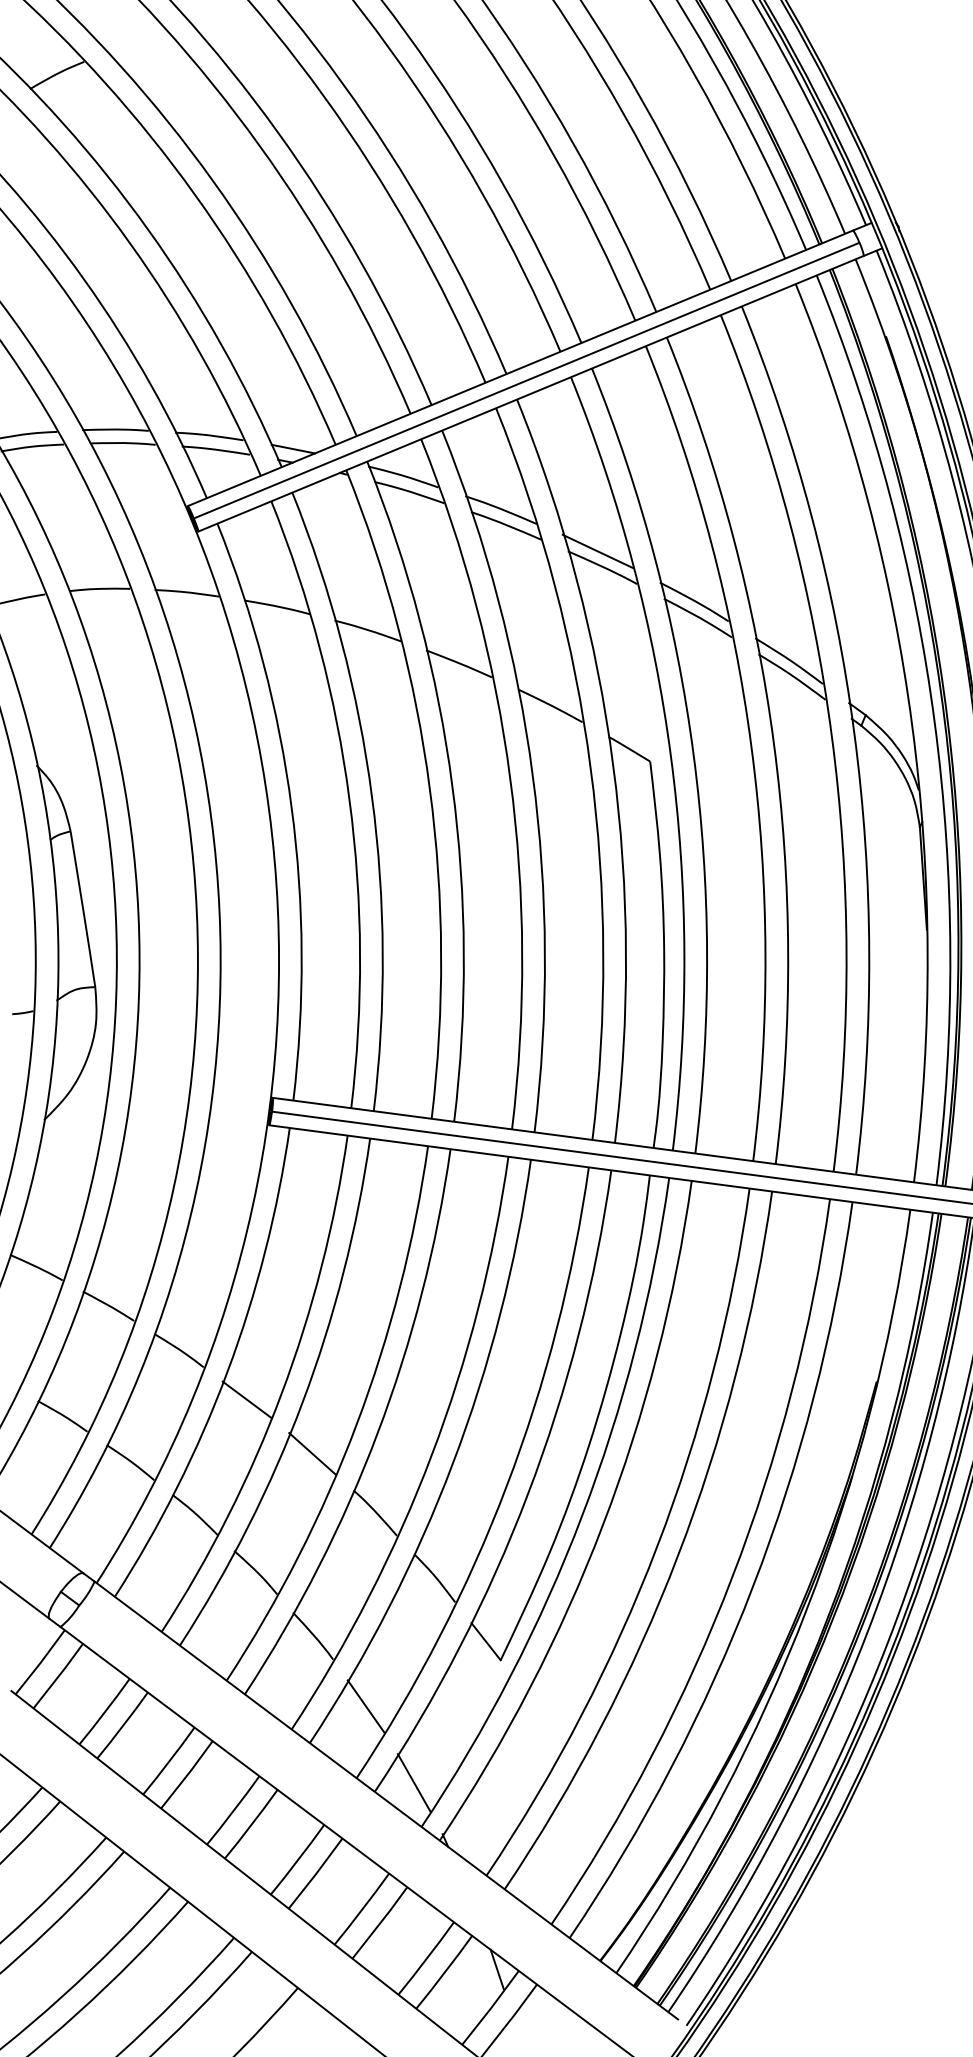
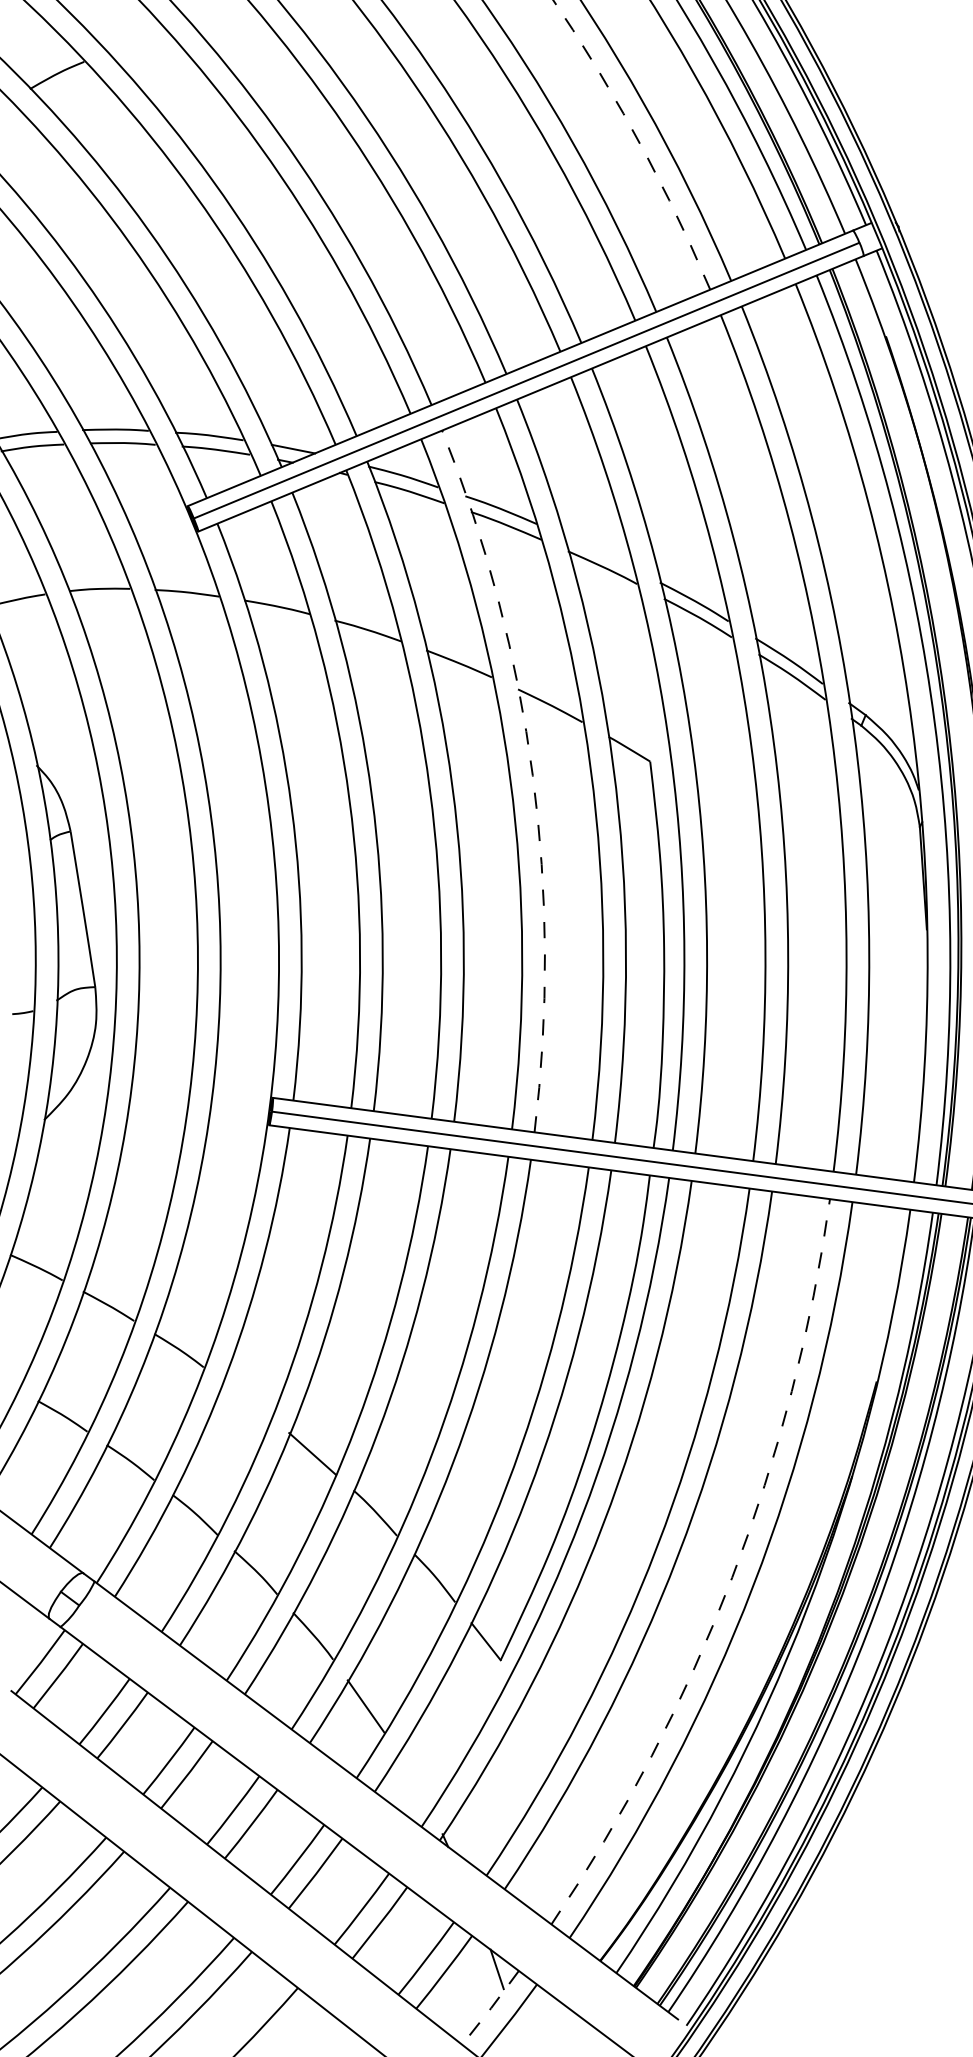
arc at (638, 140): solid -> dashed
line at (597, 551): present -> none
arc at (532, 775): solid -> dashed
line at (246, 1399): present -> none
arc at (732, 1577): solid -> dashed
line at (413, 1783): present -> none
line at (491, 2008): solid -> dashed
